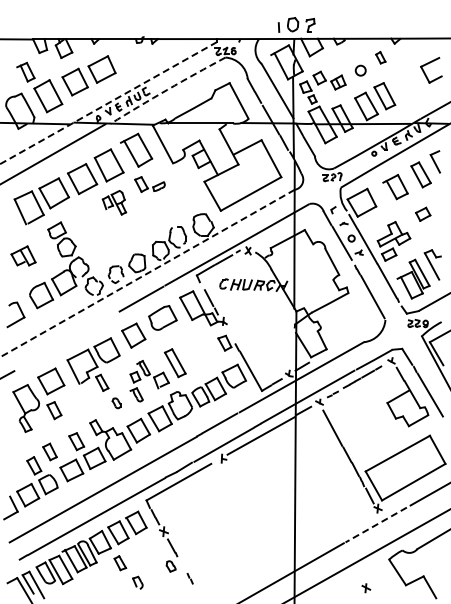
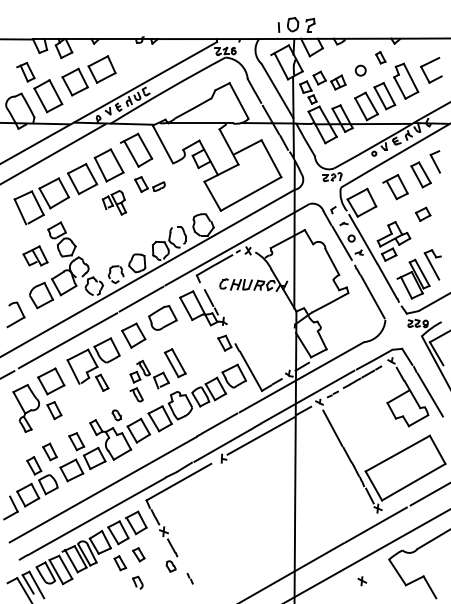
part at (406, 80): none -> present
arc at (167, 89): dashed -> solid
line at (108, 103): dashed -> solid
part at (23, 255) position: (23, 255) -> (35, 255)
line at (147, 273): dashed -> solid
line at (67, 340): none -> present
part at (116, 403) position: (116, 403) -> (116, 415)
line at (375, 525): dashed -> solid
part at (138, 554): none -> present
part at (366, 588) position: (366, 588) -> (362, 581)
